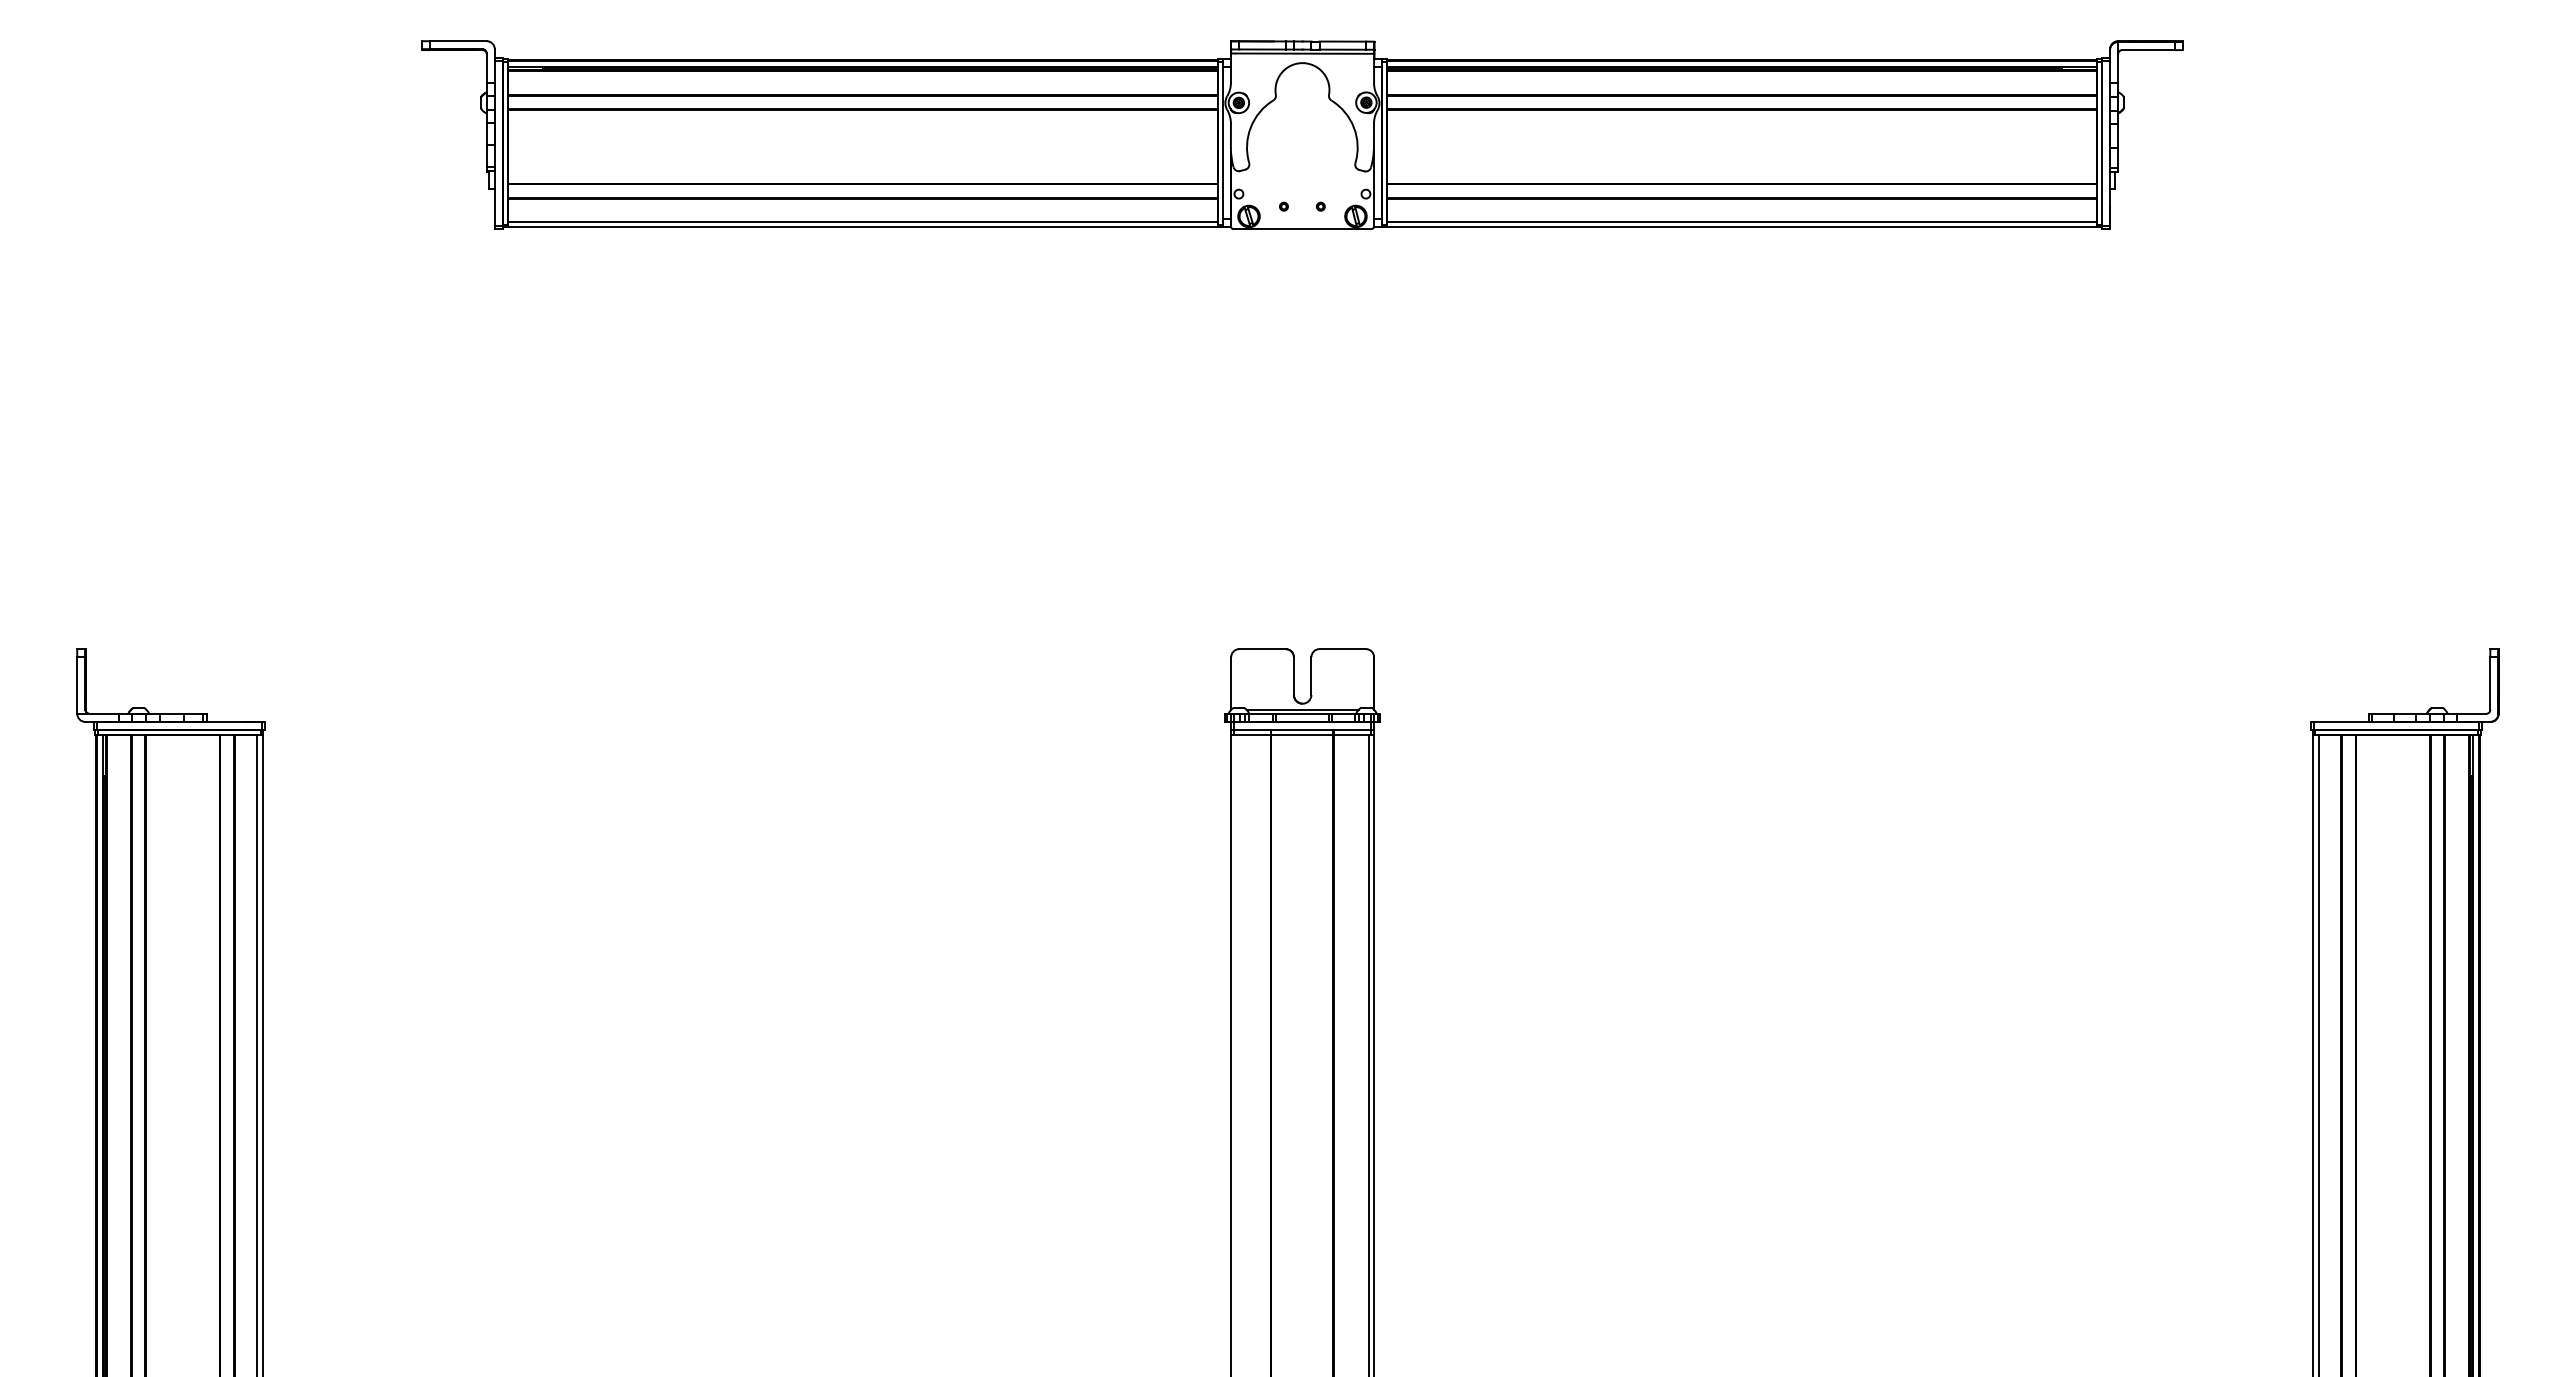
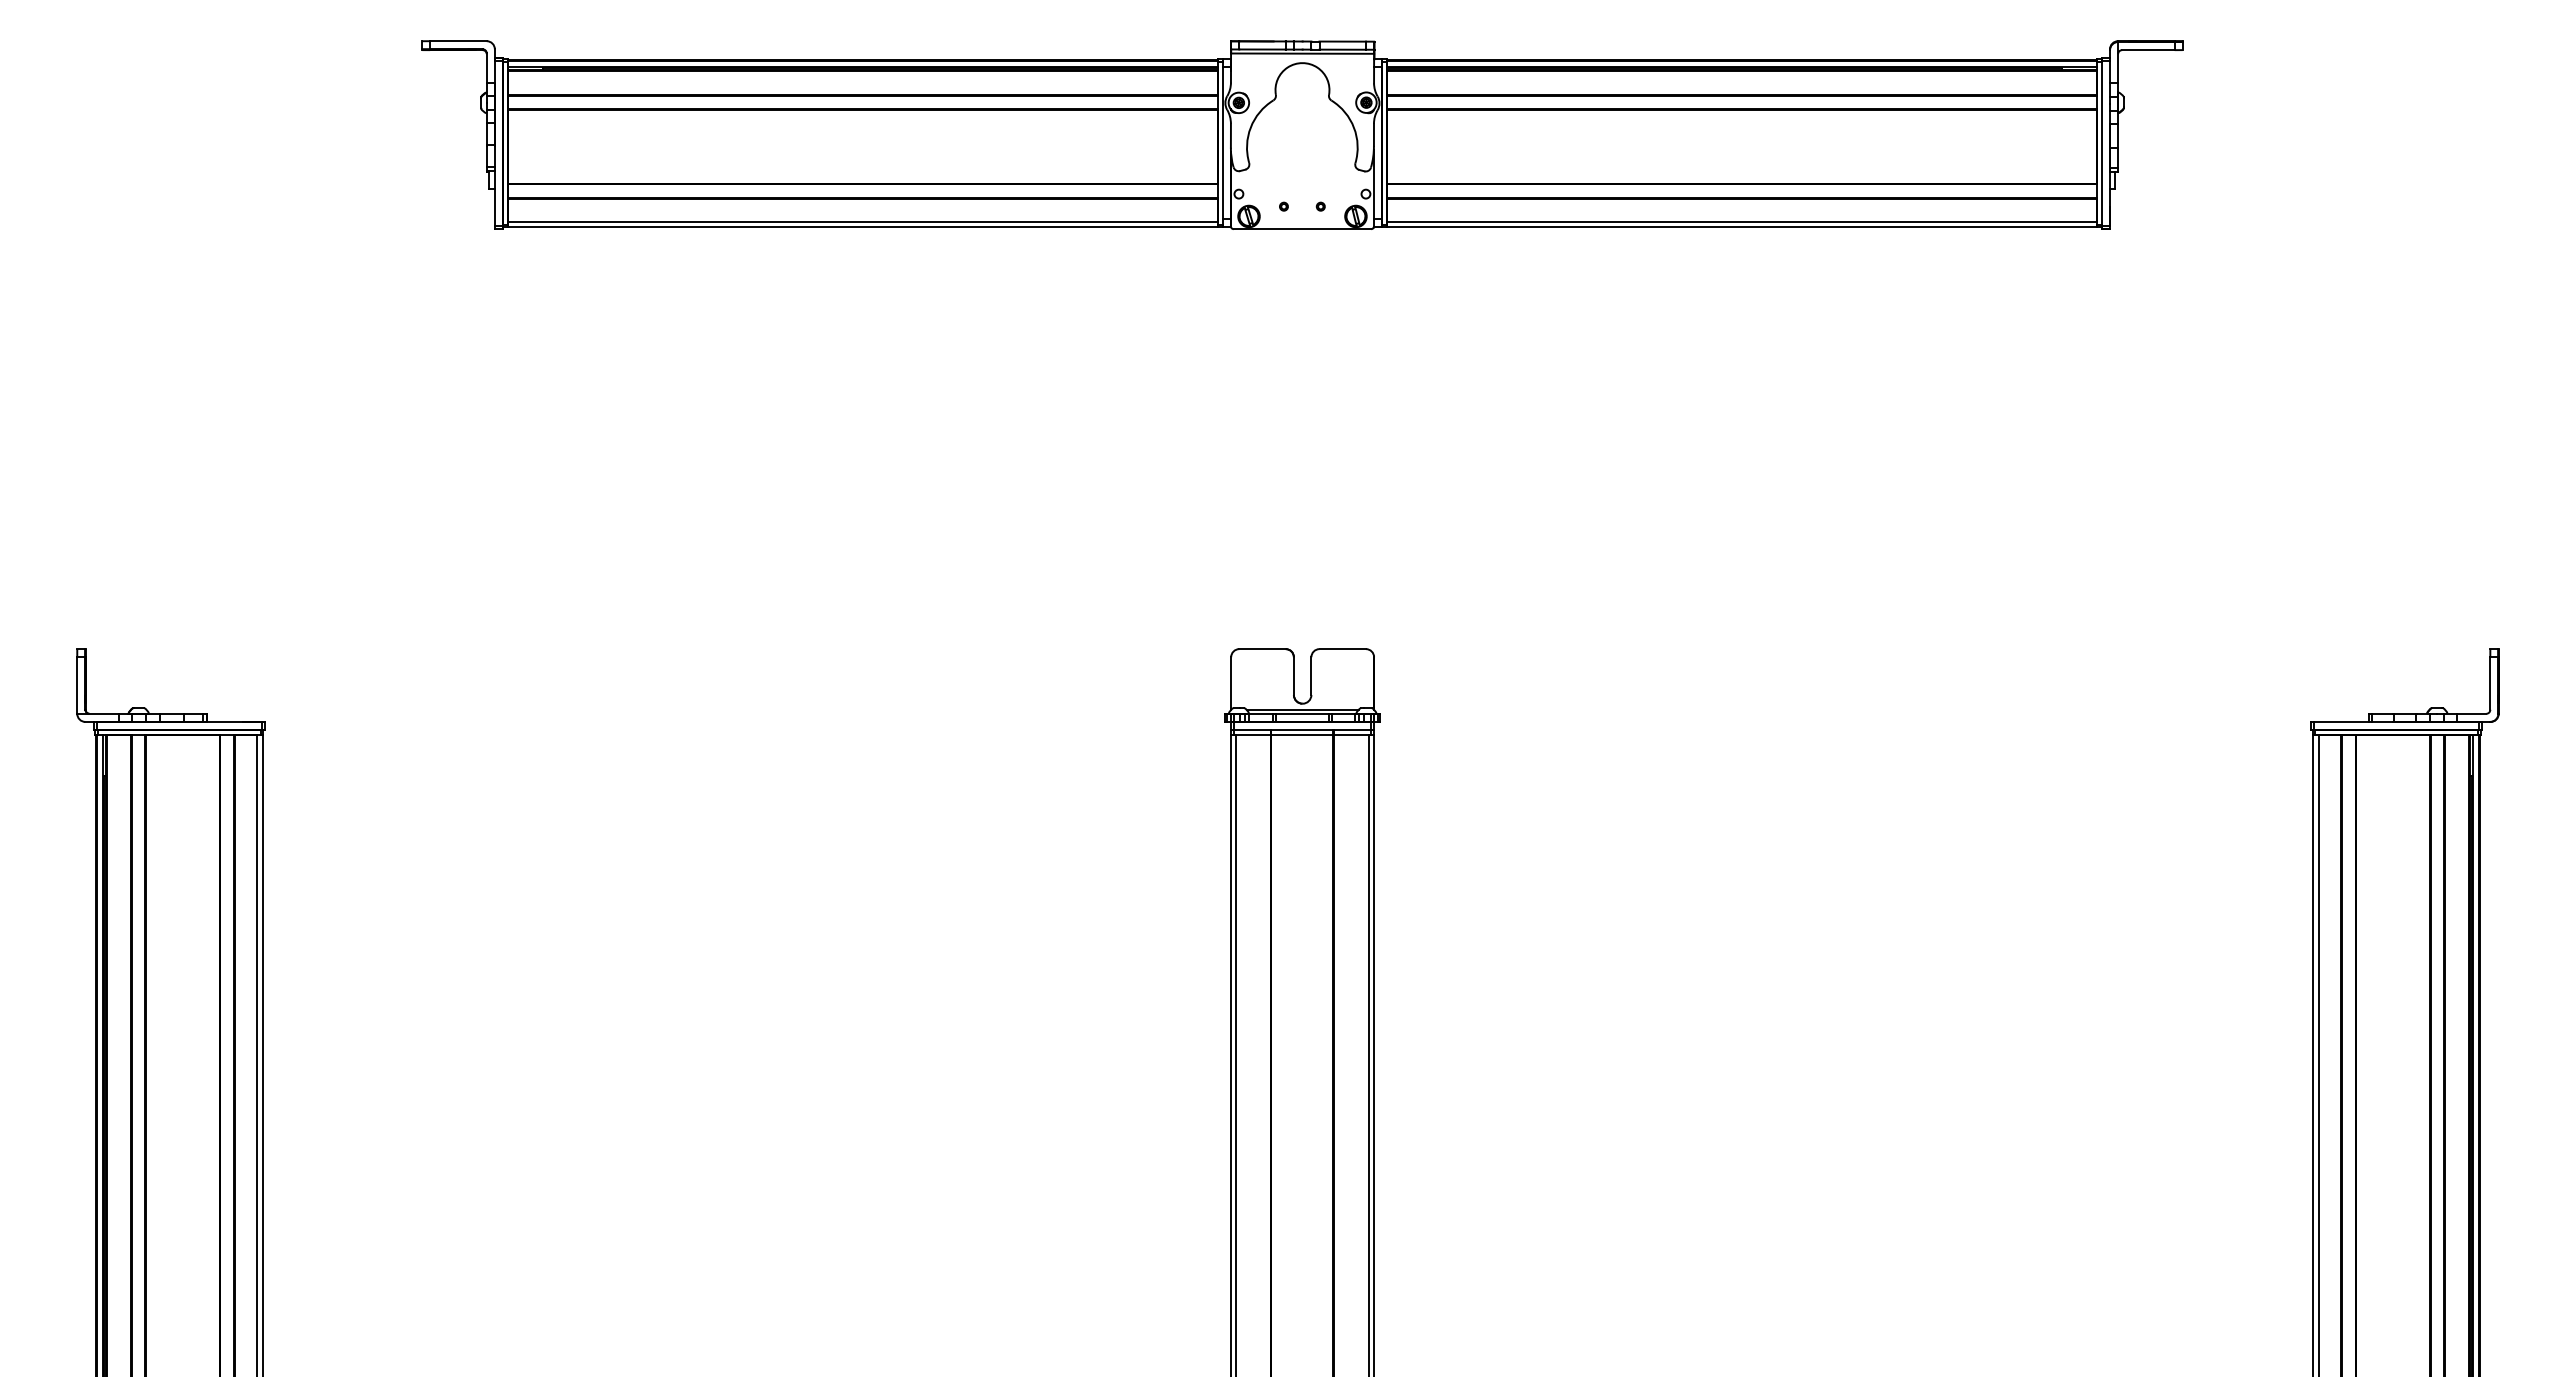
line at (1236, 1054): none -> present
